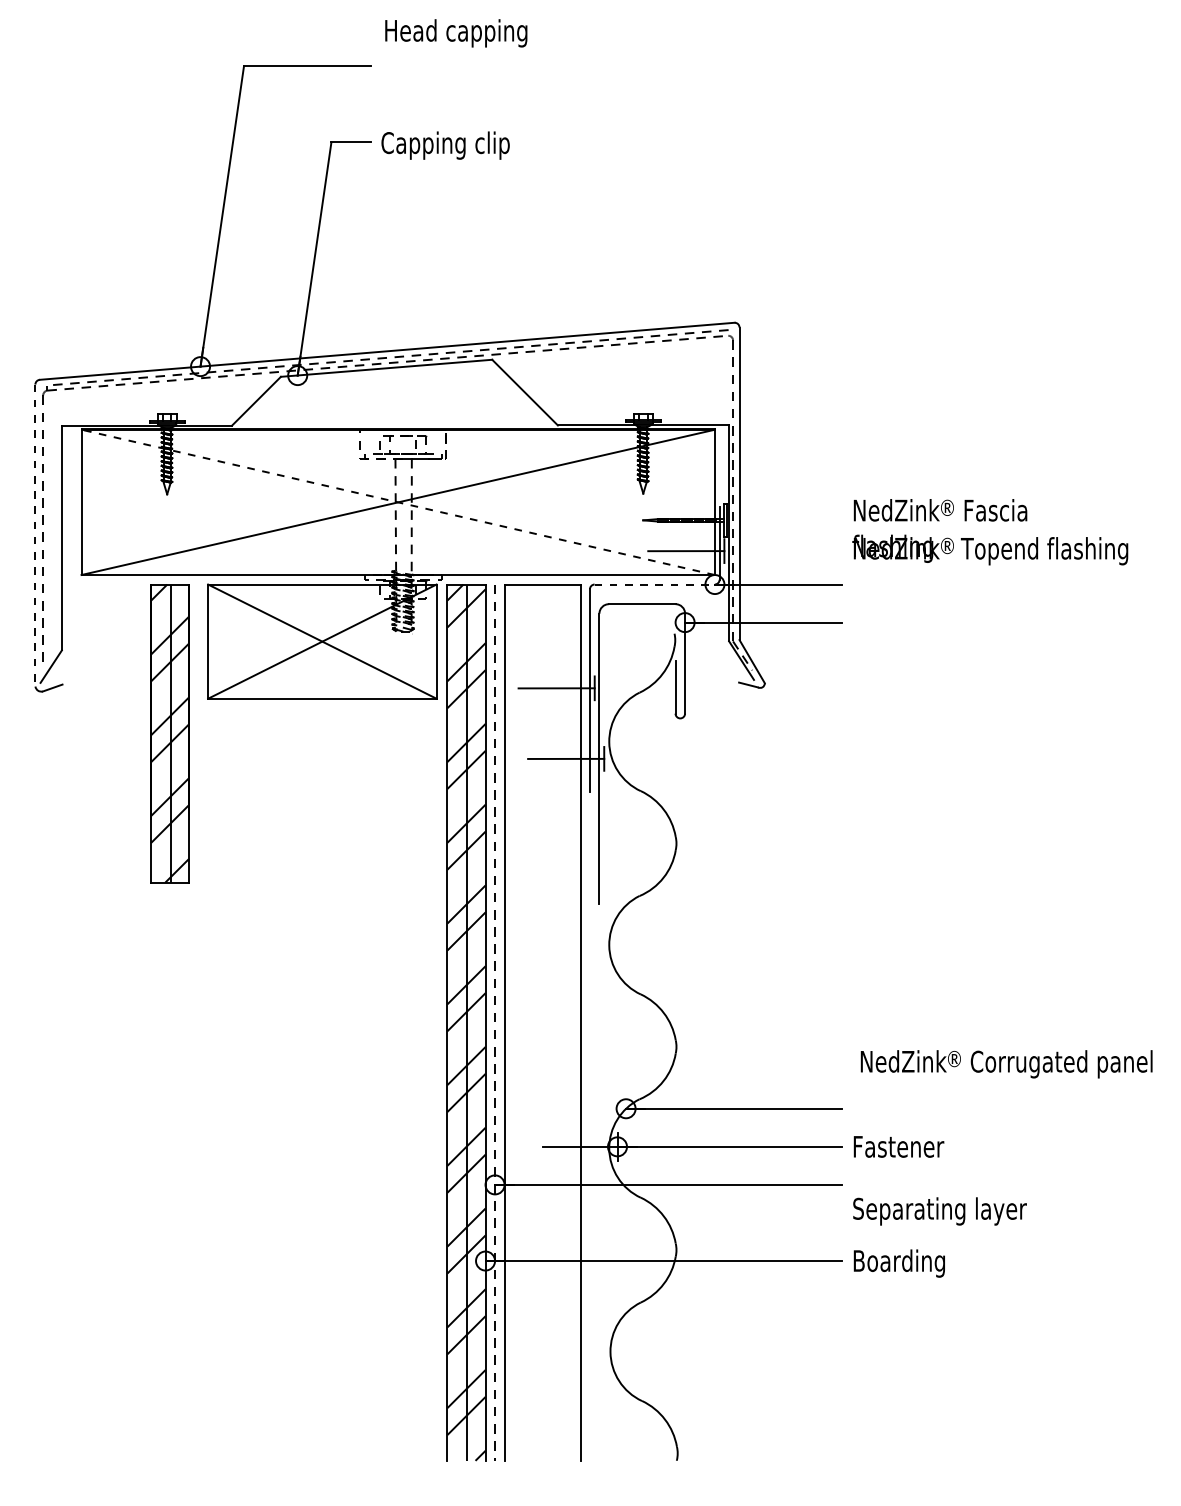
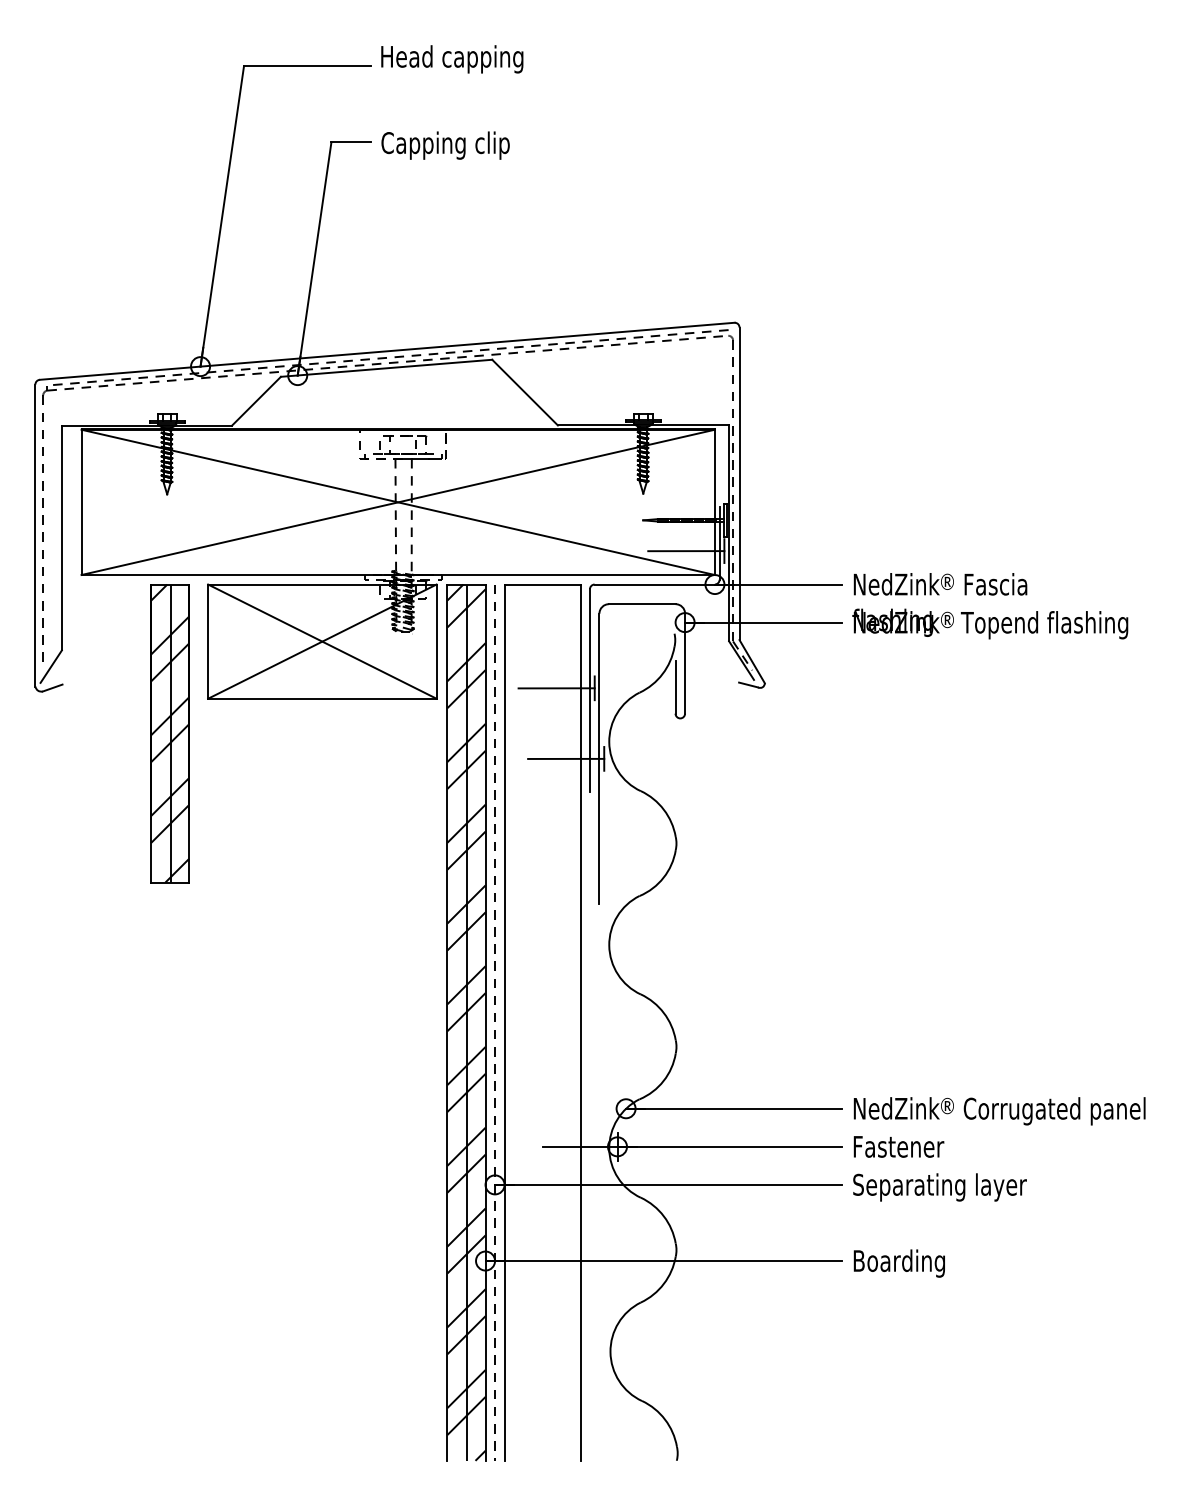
text at (456, 33) position: (456, 33) -> (452, 59)
line at (398, 502): dashed -> solid
text at (990, 532) position: (990, 532) -> (990, 606)
line at (35, 535): dashed -> solid
line at (655, 584): dashed -> solid
text at (1006, 1064) position: (1006, 1064) -> (999, 1111)
text at (939, 1211) position: (939, 1211) -> (939, 1187)
